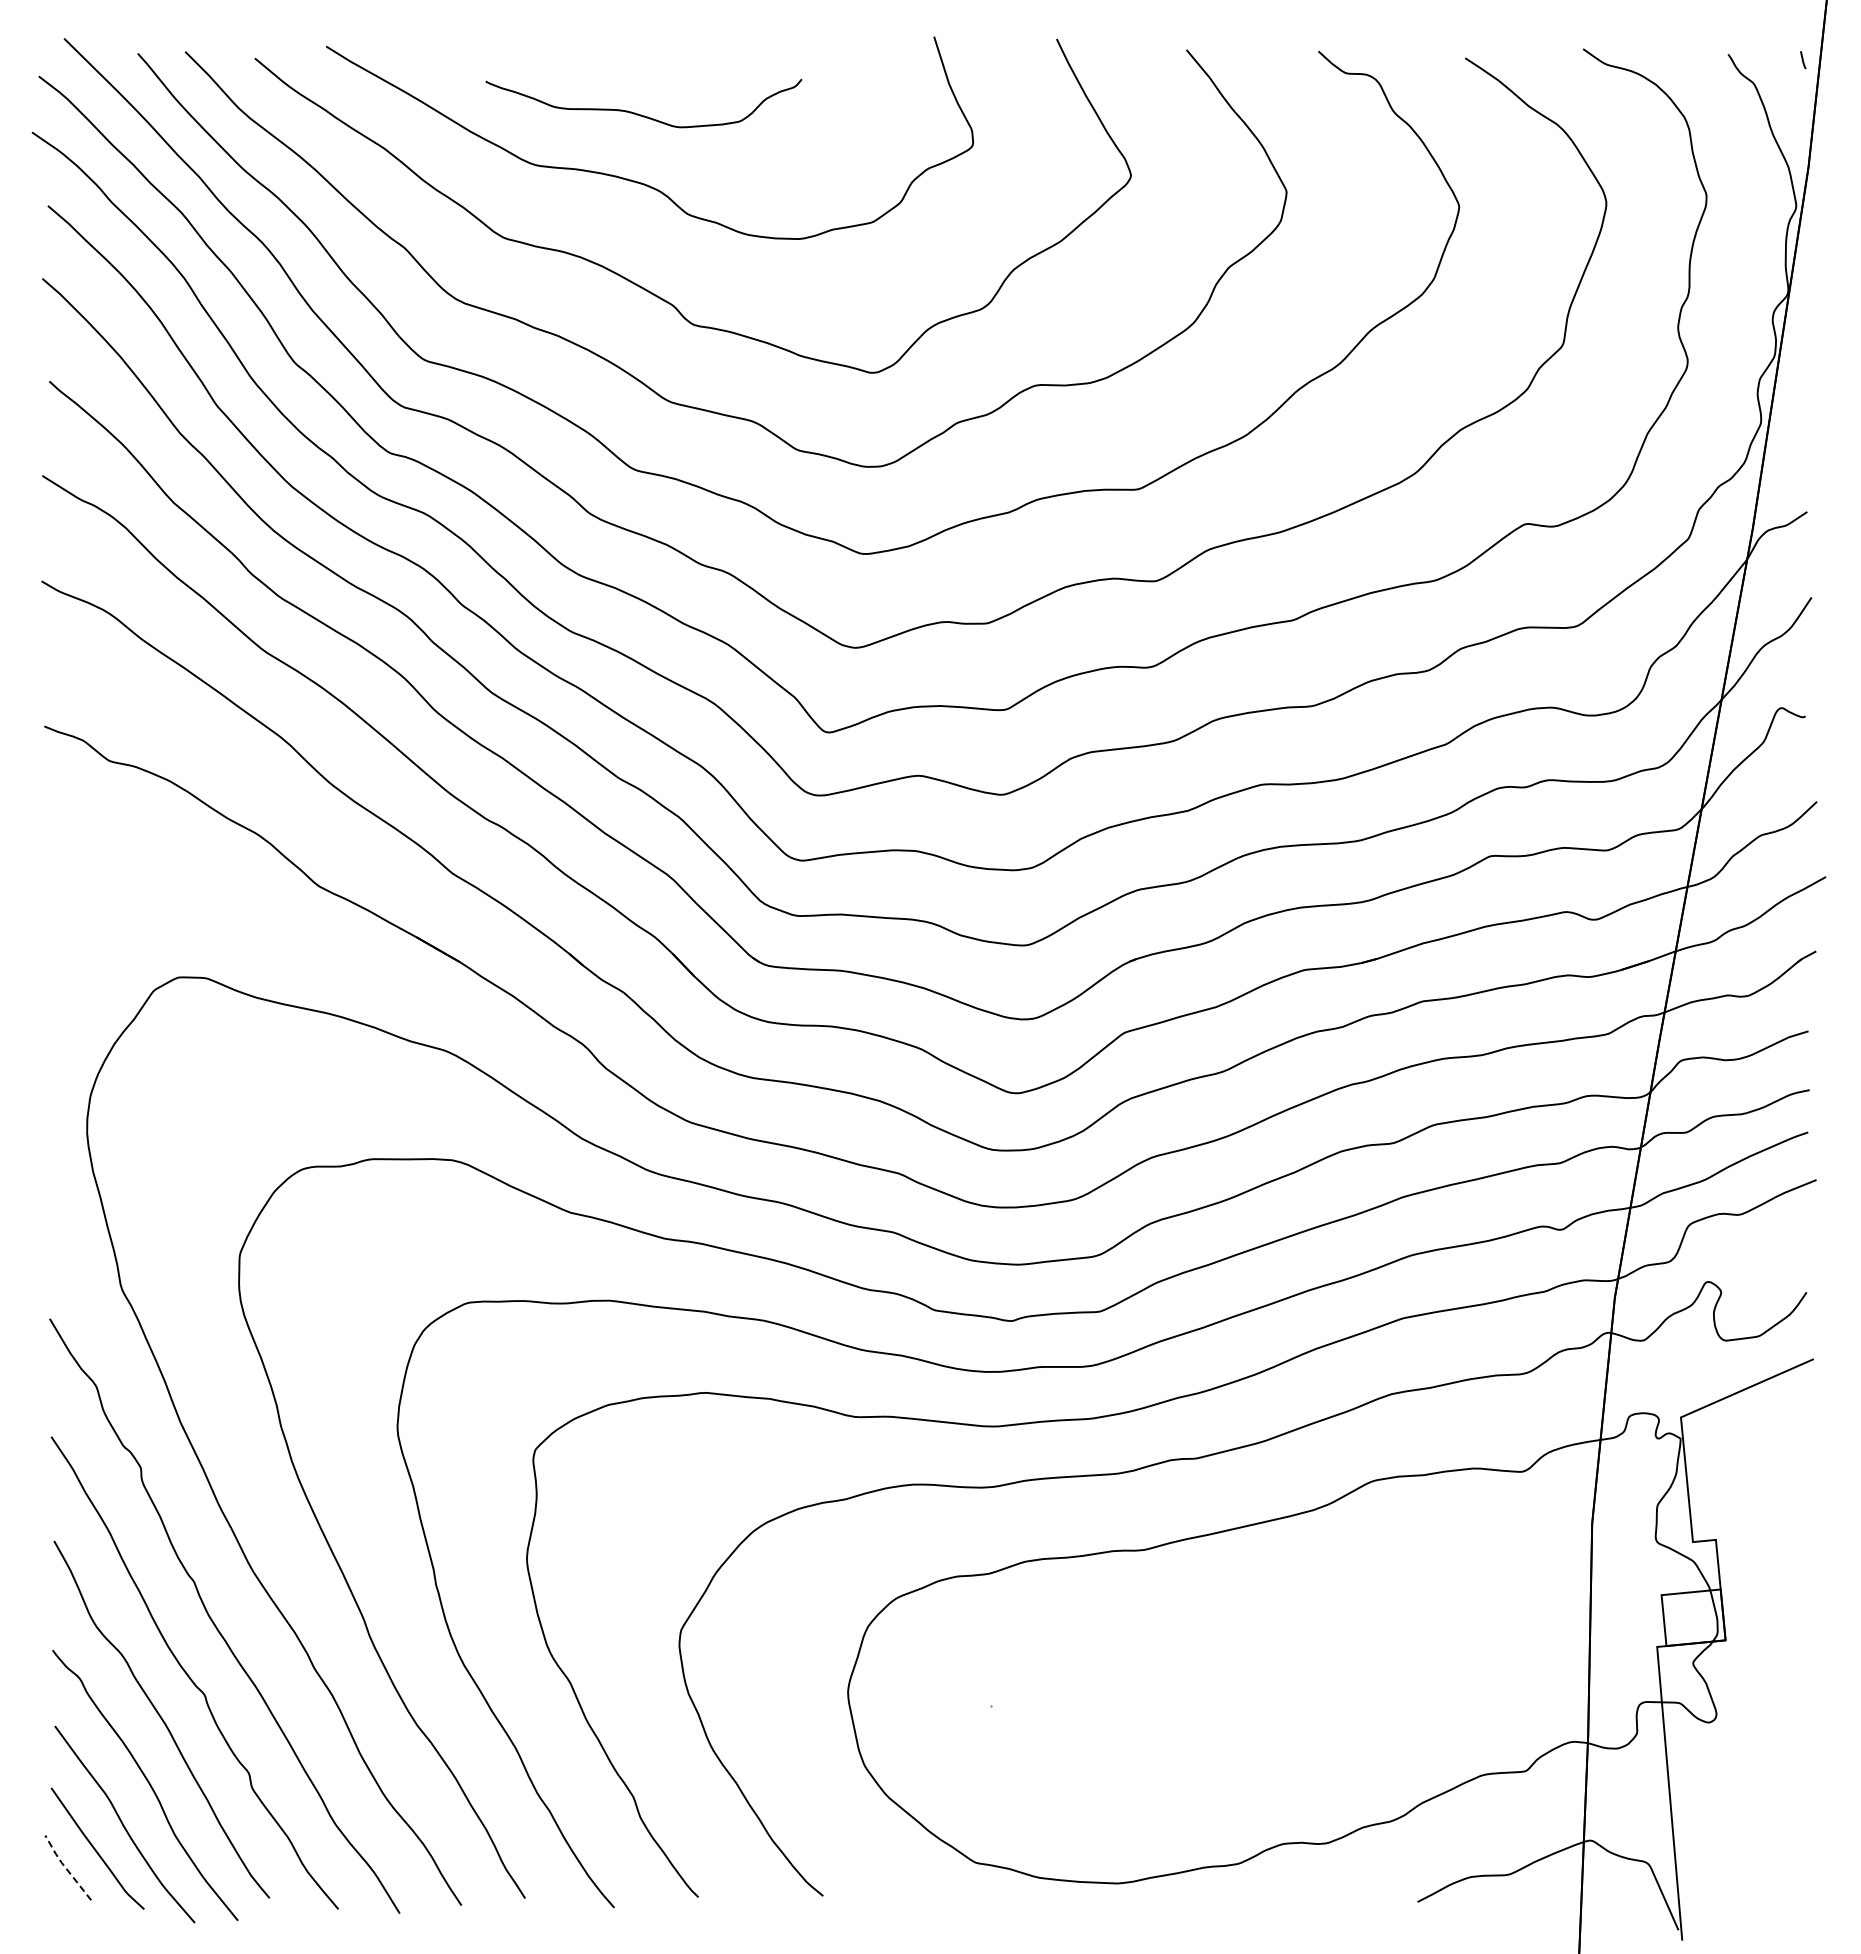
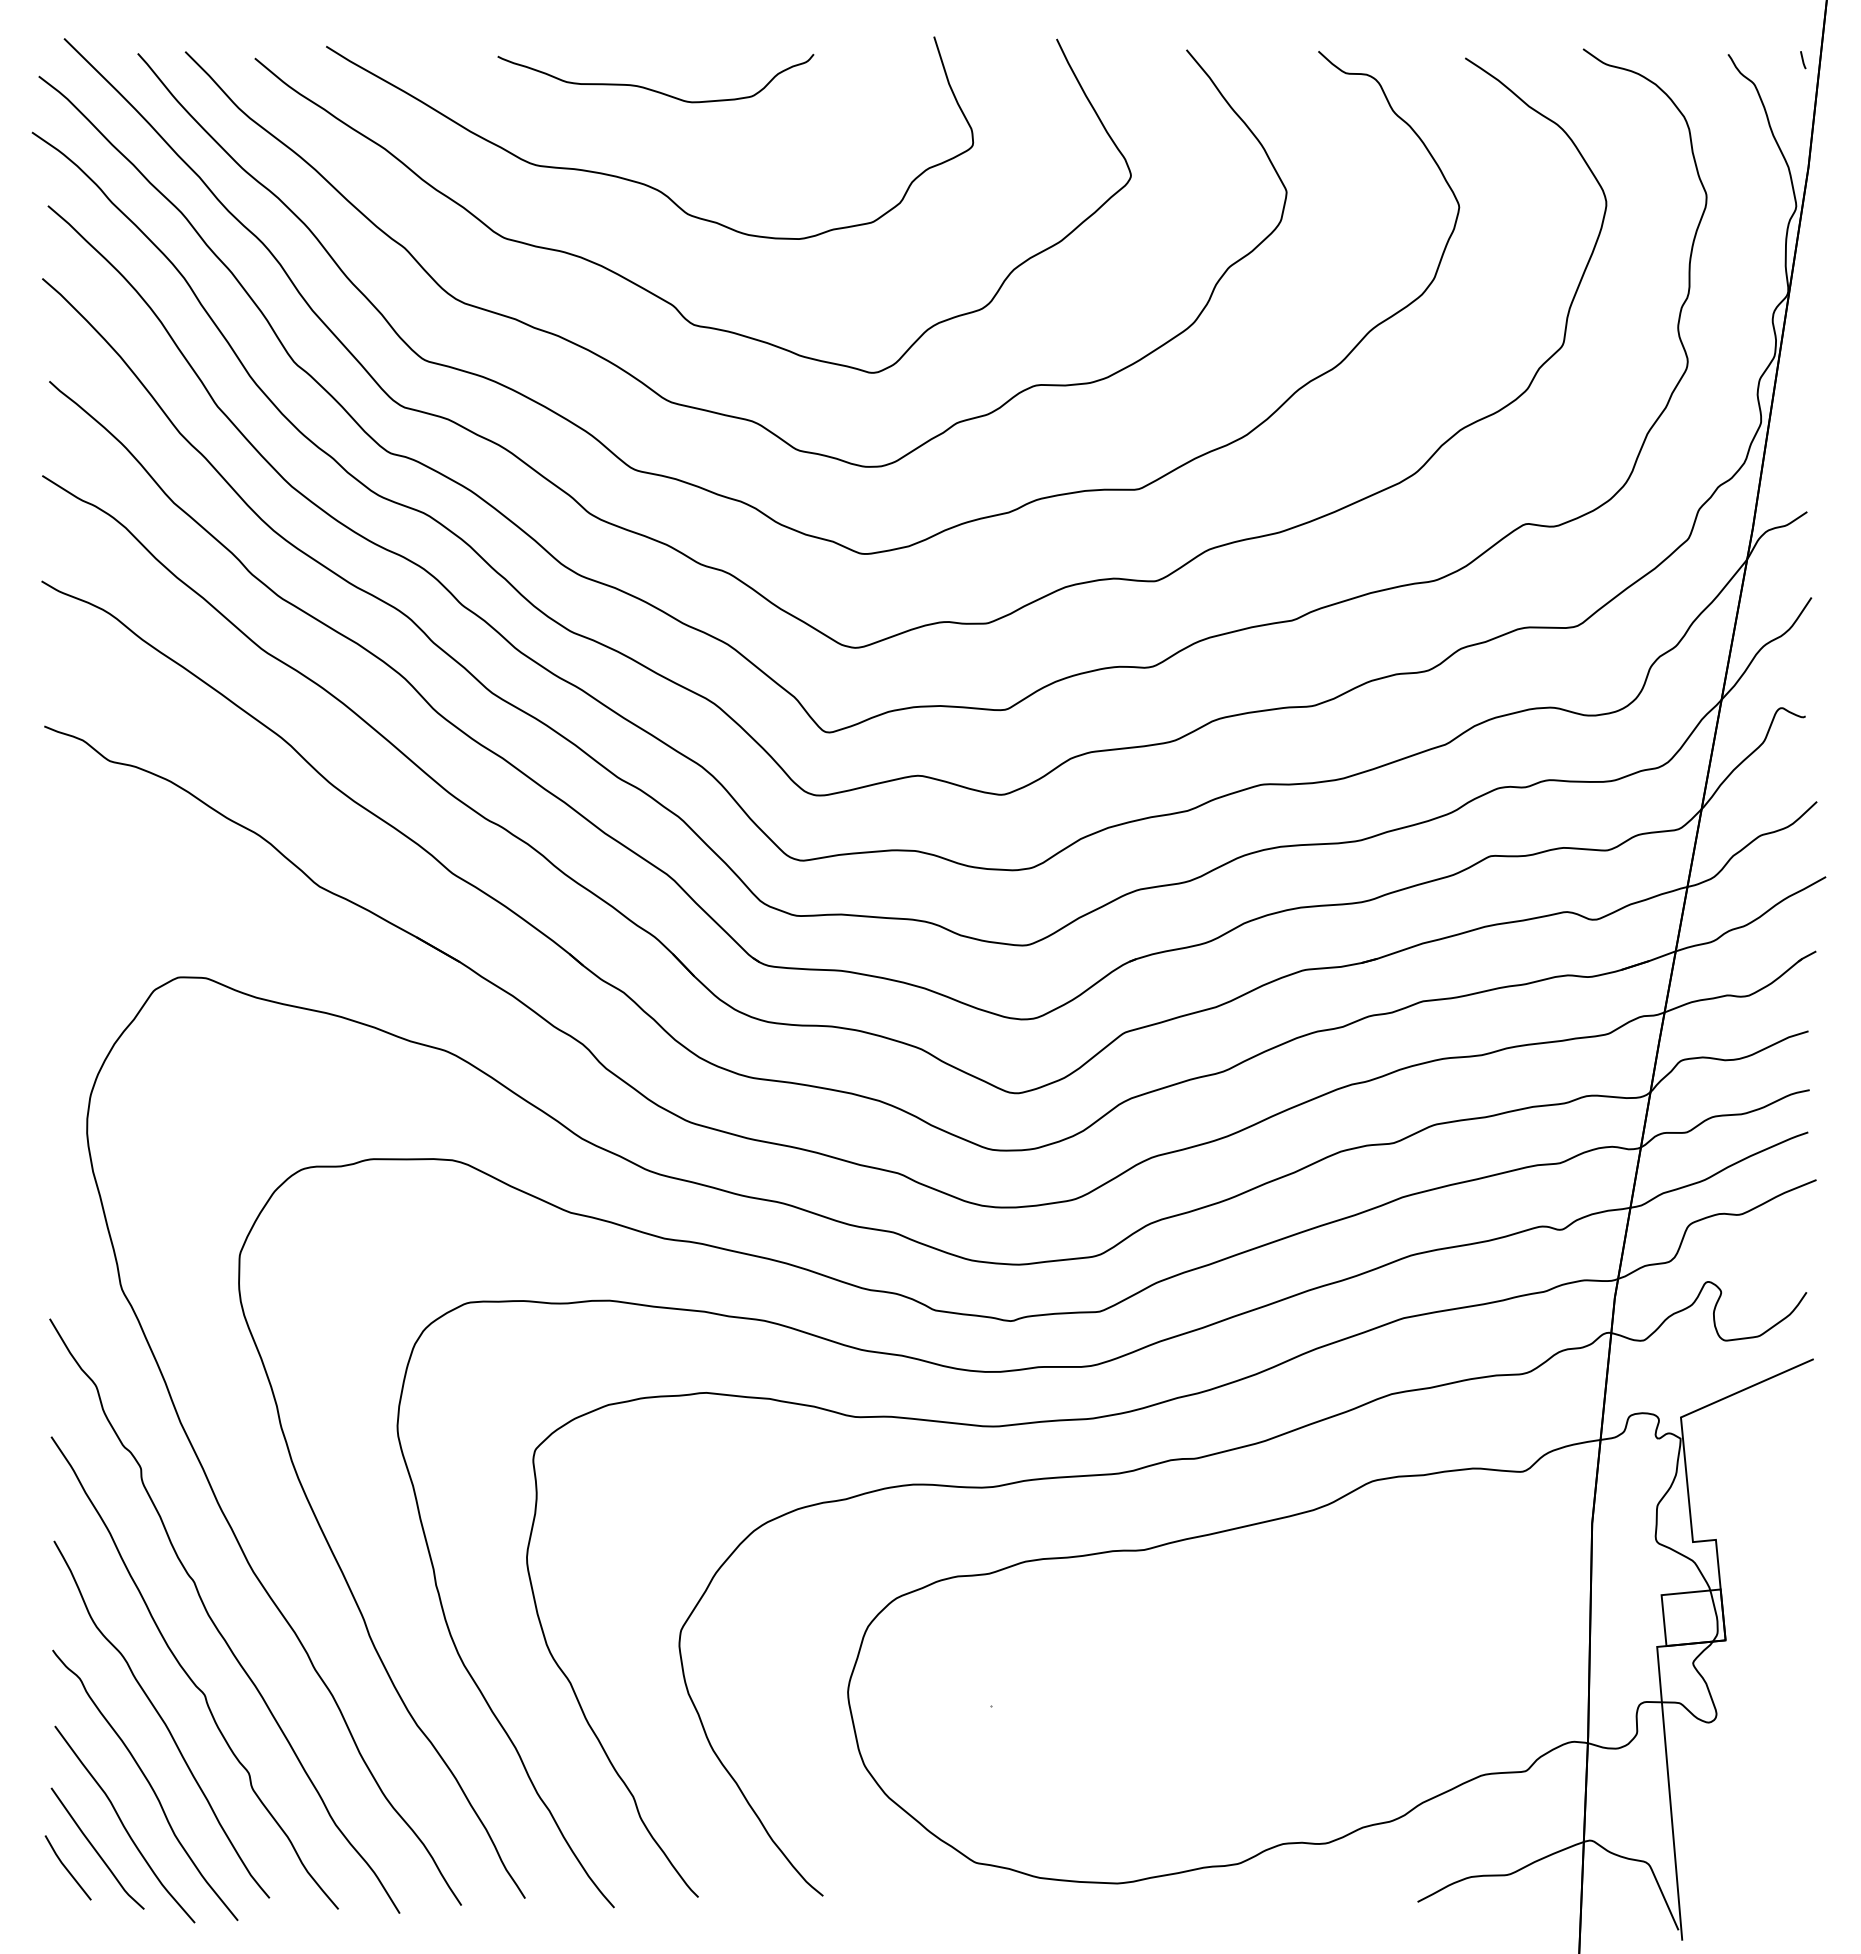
curve at (638, 113) position: (638, 113) -> (650, 88)
line at (65, 1867): dashed -> solid
